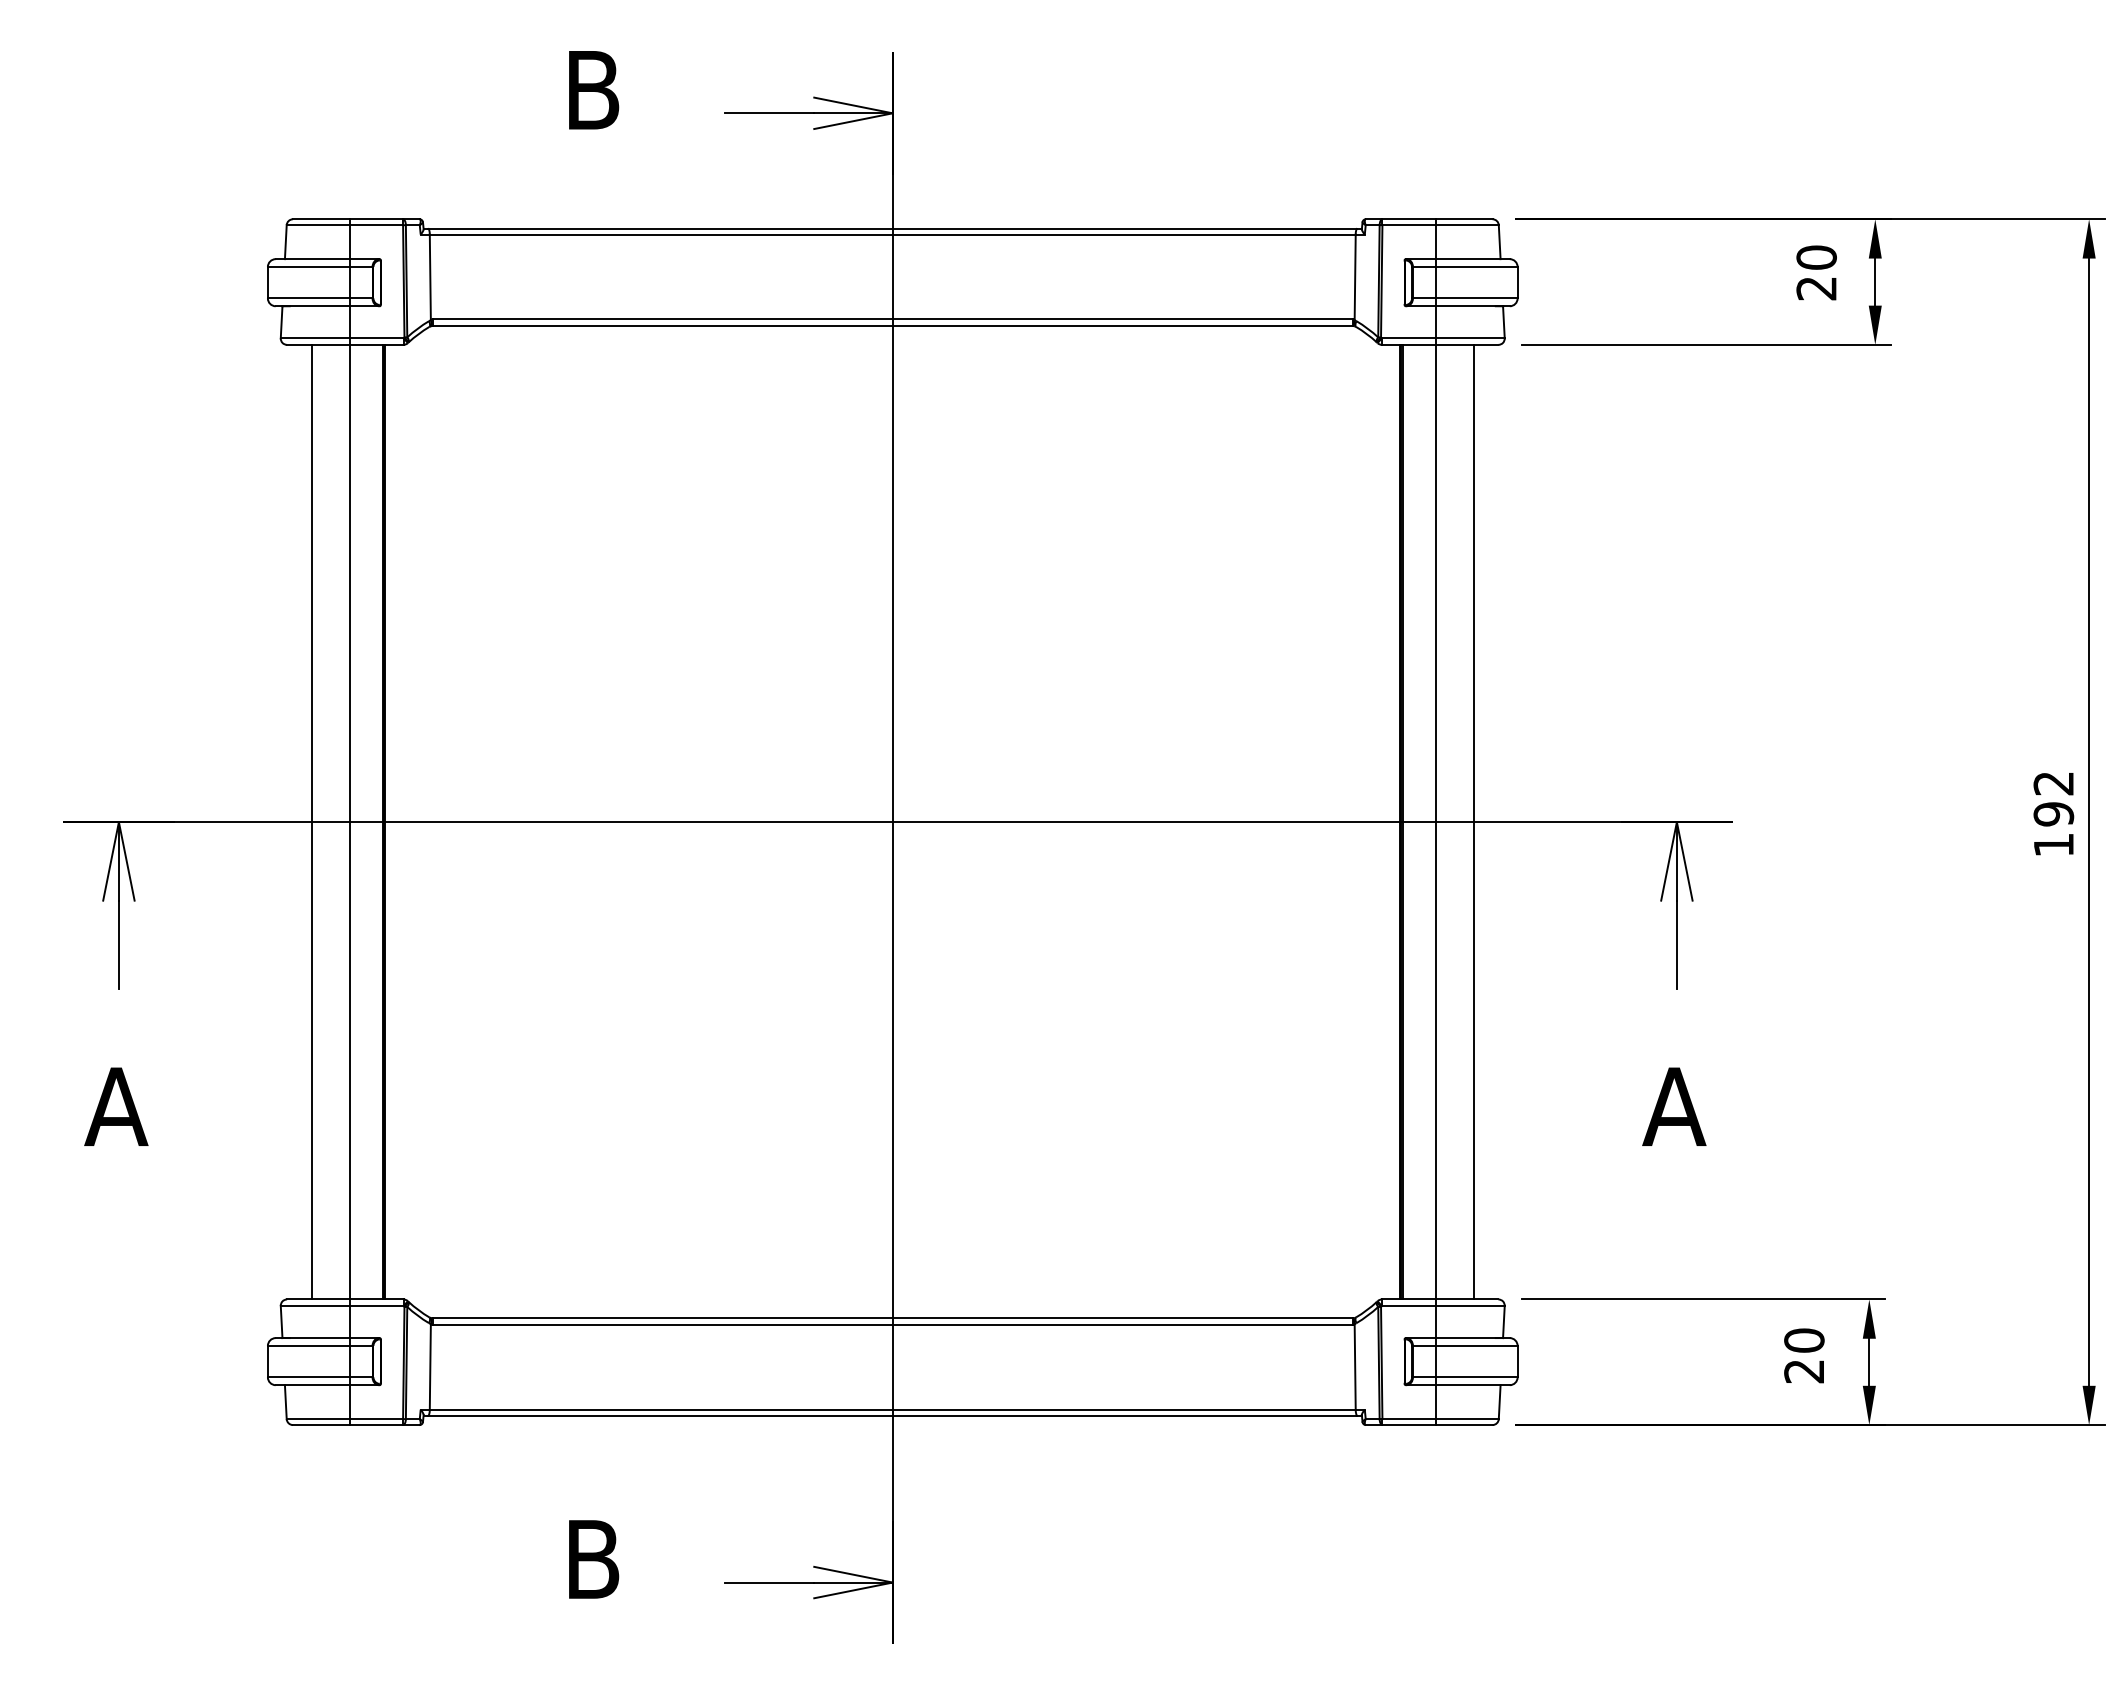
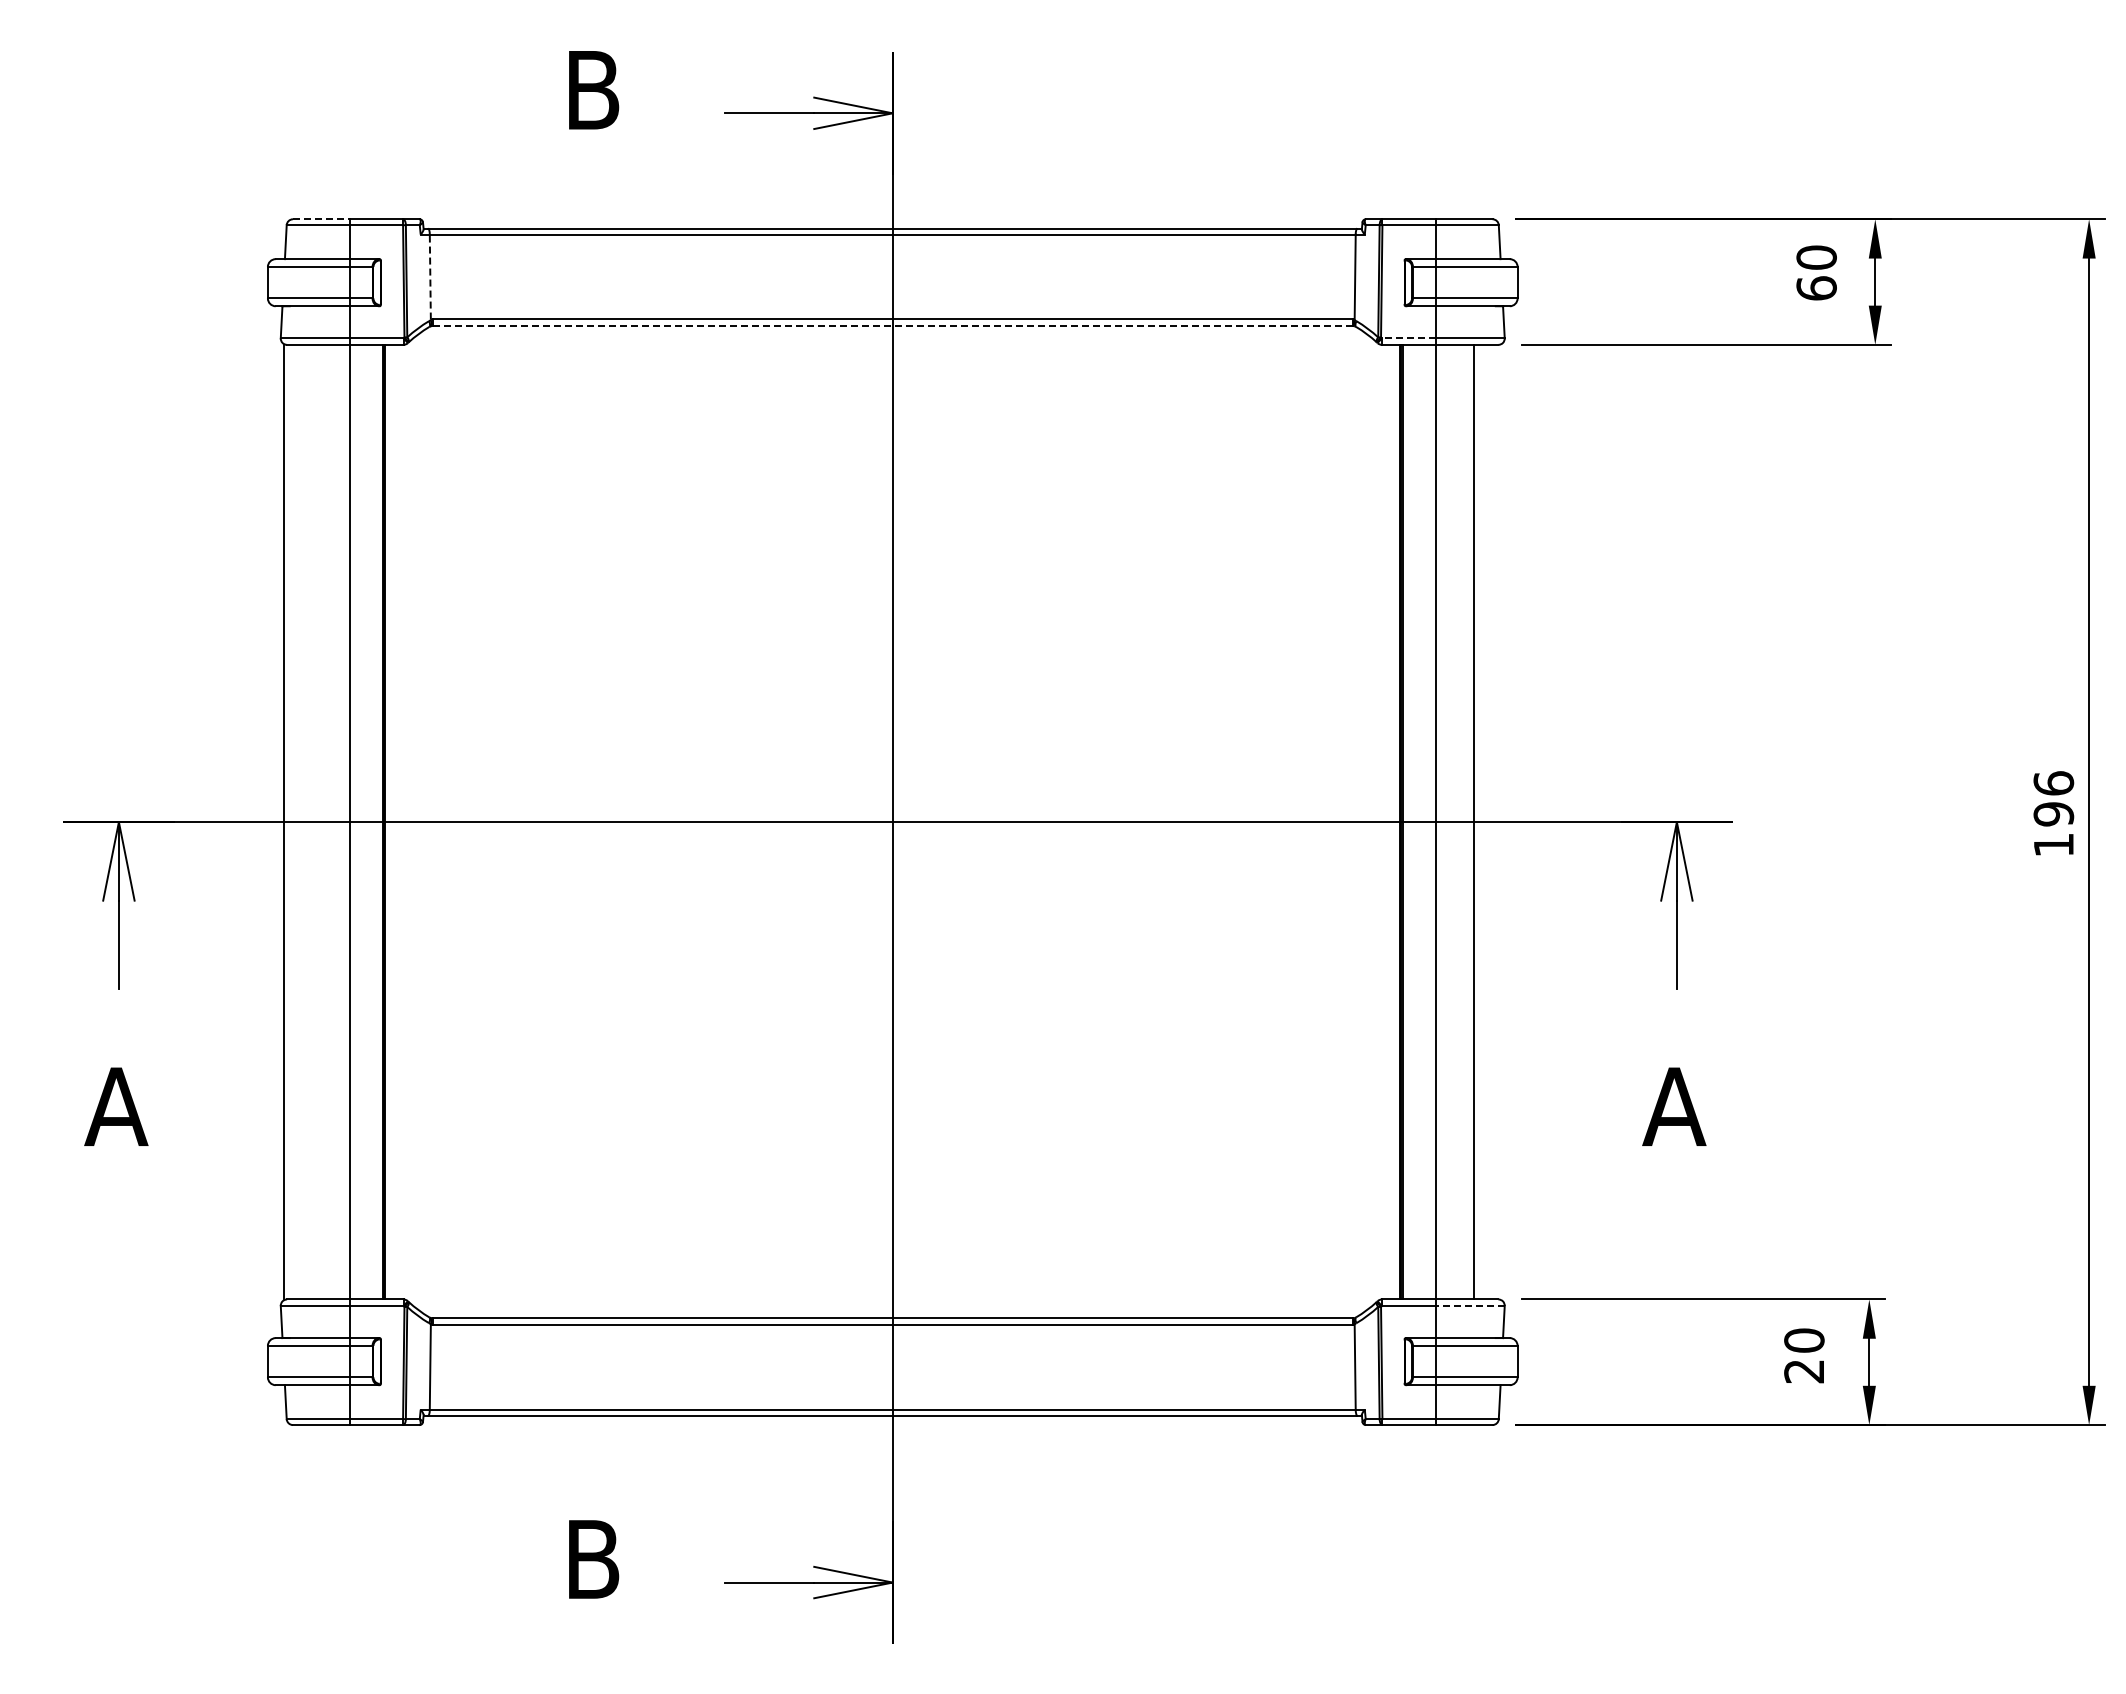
line at (321, 219): solid -> dashed
line at (430, 276): solid -> dashed
text at (1816, 288): 20 -> 60
line at (893, 326): solid -> dashed
line at (1408, 338): solid -> dashed
text at (2053, 783): 192 -> 196
line at (311, 821) position: (311, 821) -> (283, 821)
line at (1469, 1306): solid -> dashed
